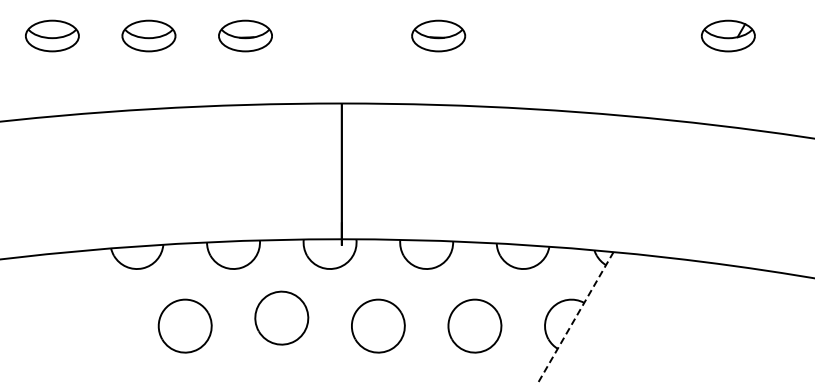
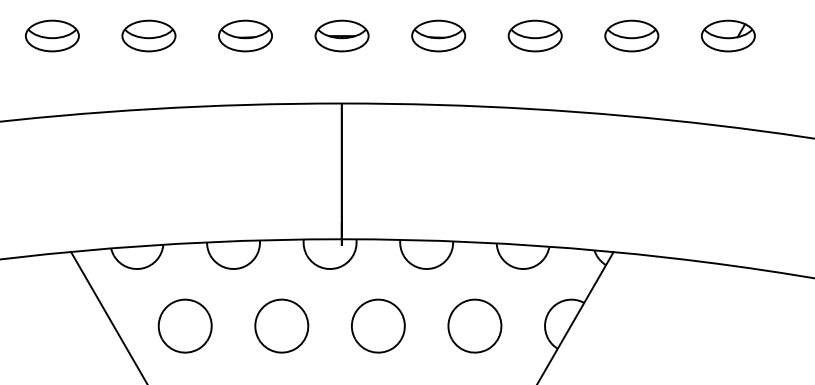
part at (341, 35): none -> present
part at (534, 35): none -> present
part at (631, 35): none -> present
line at (108, 316): none -> present
part at (281, 317) position: (281, 317) -> (281, 325)
line at (575, 318): dashed -> solid
